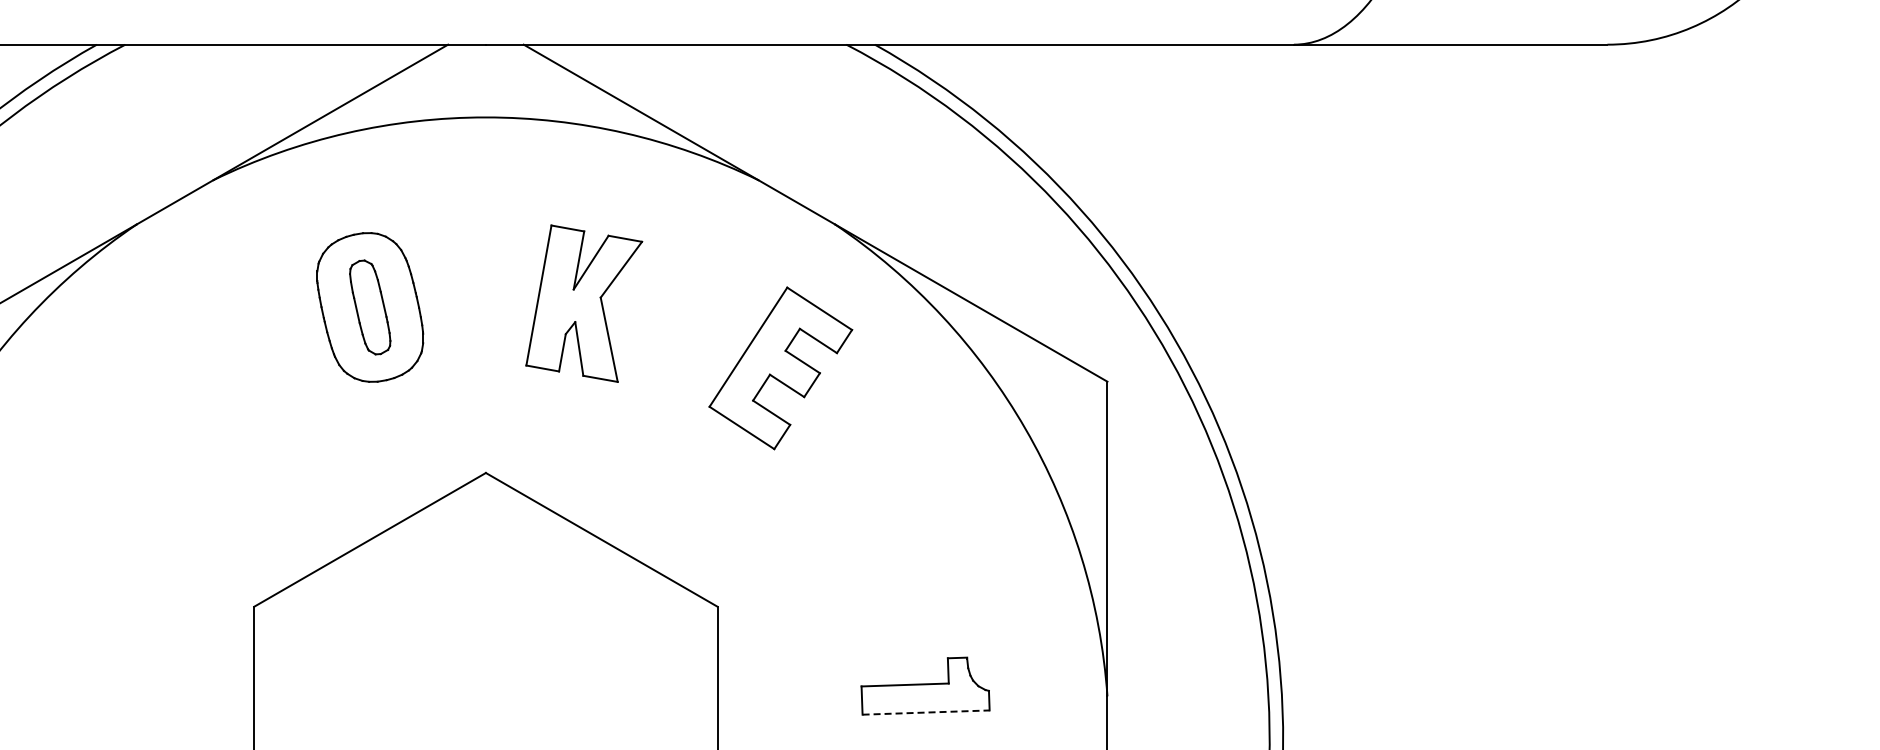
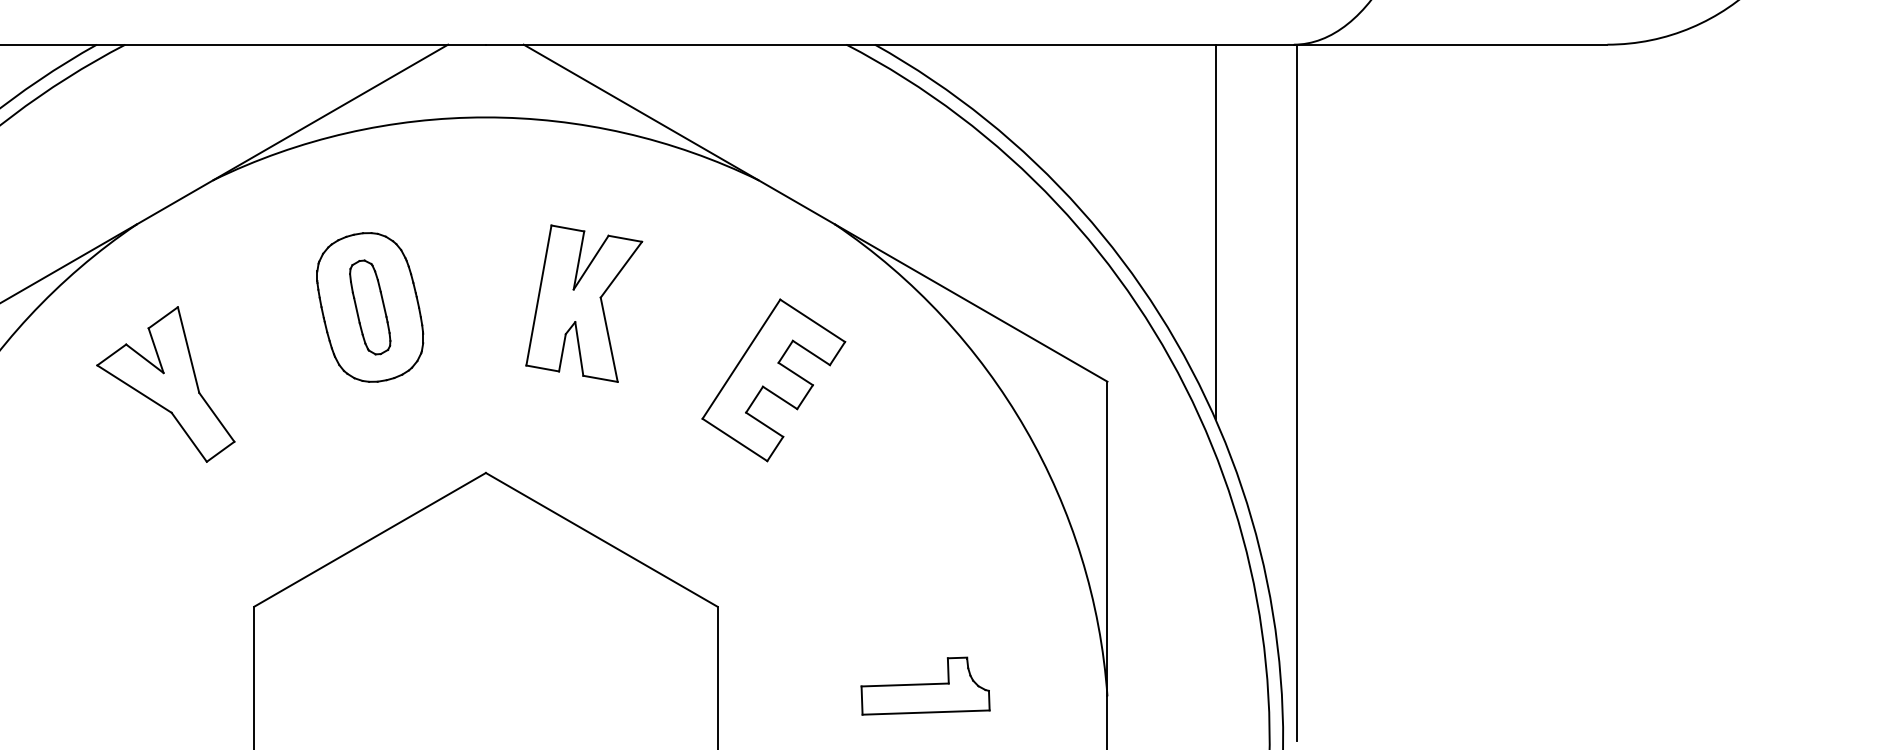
line at (1215, 231): none -> present
part at (780, 368) position: (780, 368) -> (773, 380)
part at (165, 384): none -> present
line at (1296, 392): none -> present
line at (926, 712): dashed -> solid
